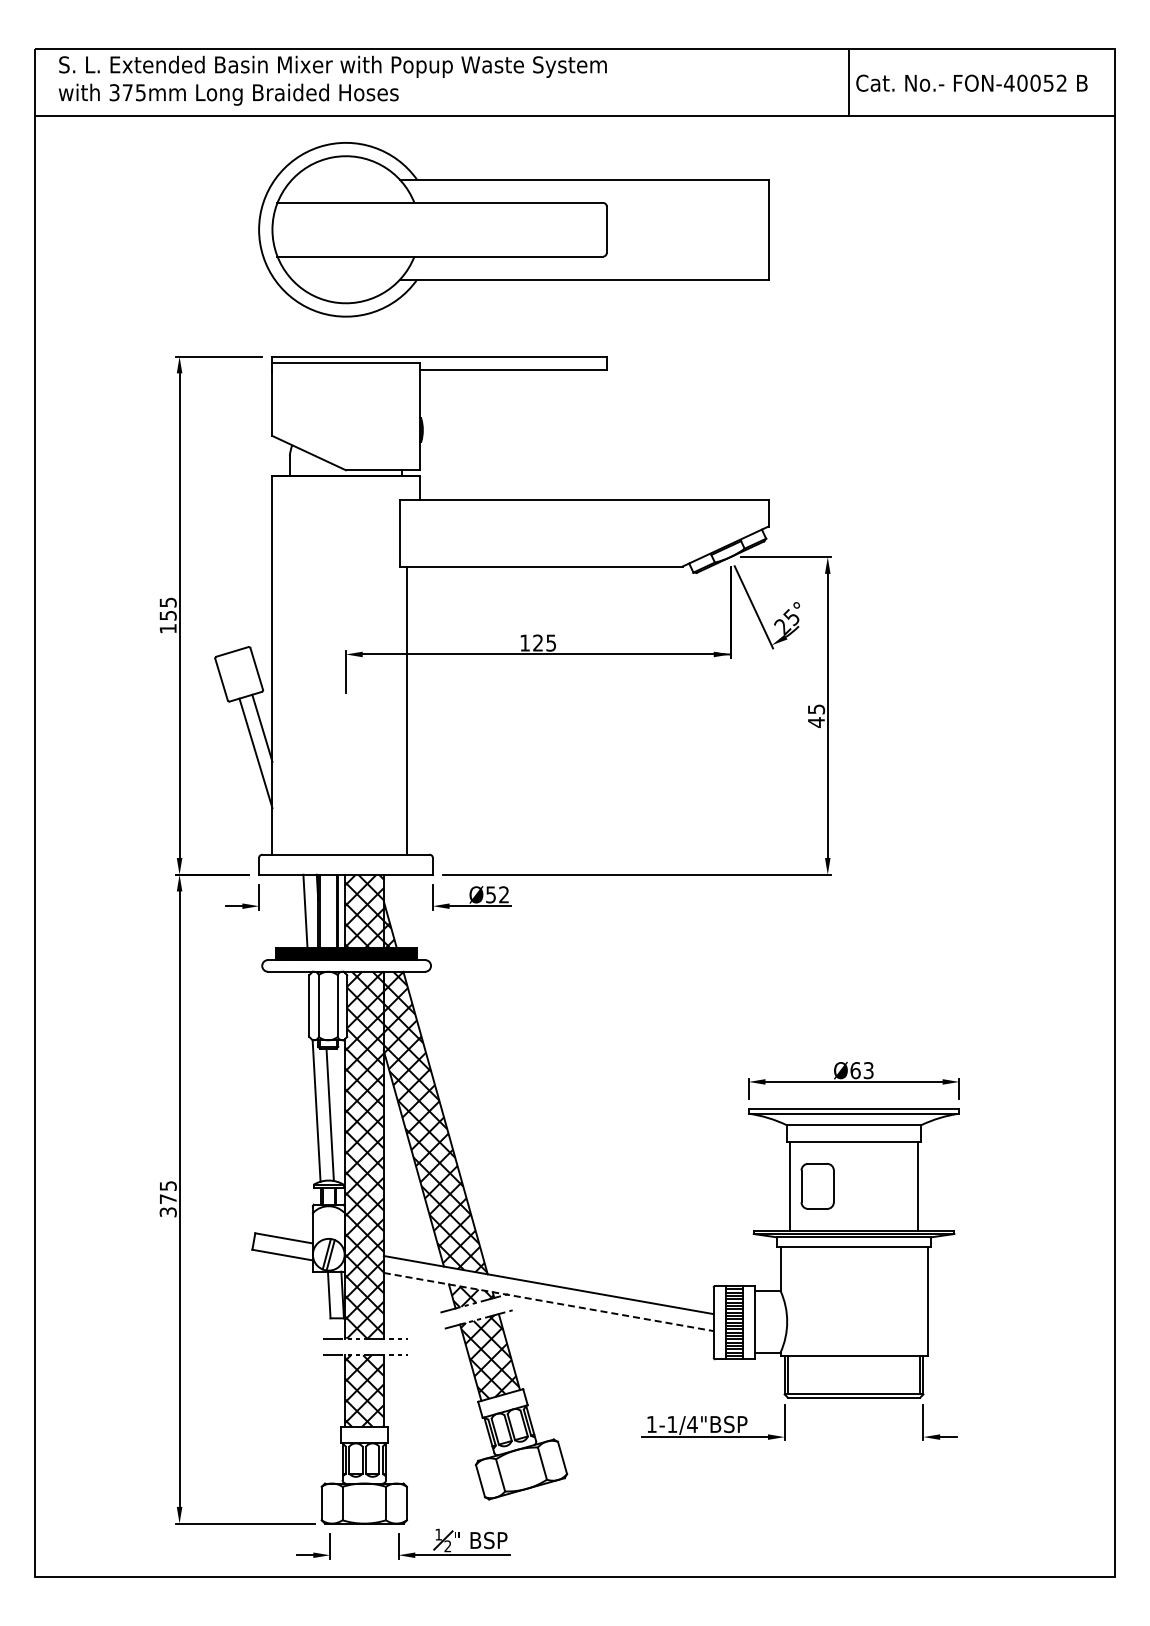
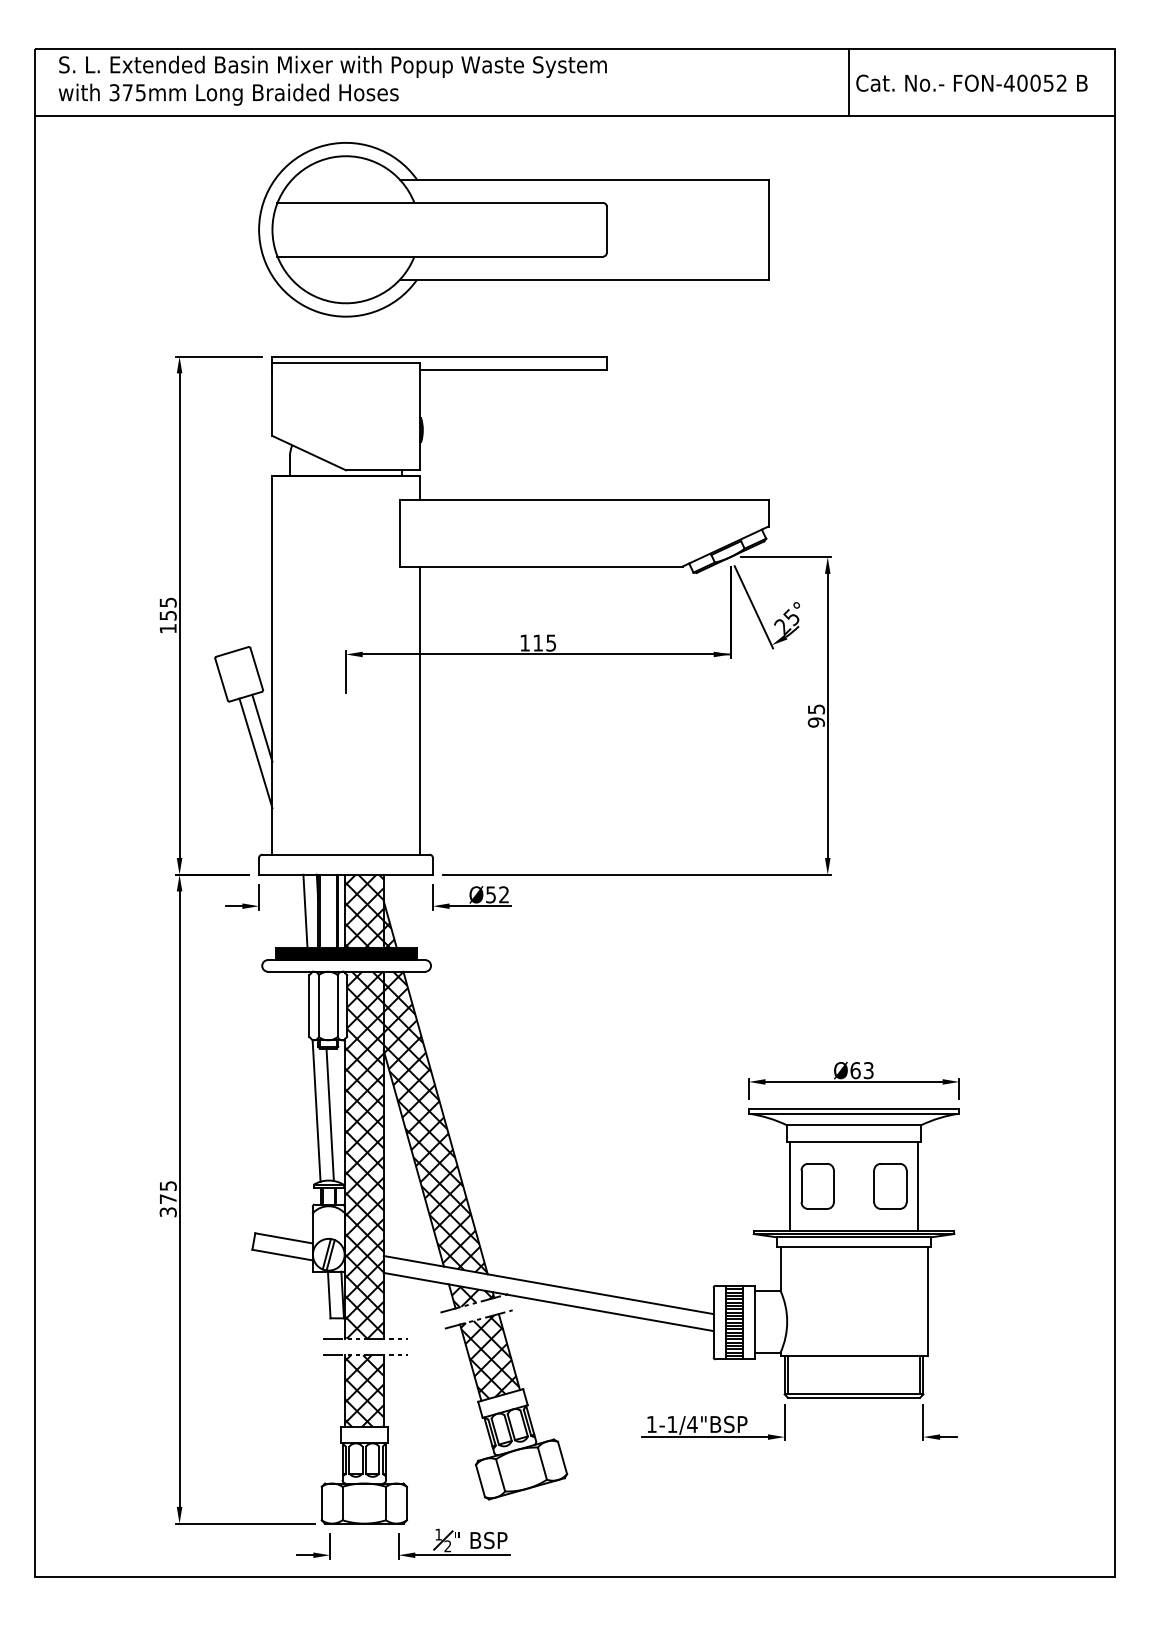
text at (537, 642): 125 -> 115
line at (406, 710) position: (406, 710) -> (419, 710)
text at (816, 722): 45 -> 95
part at (890, 1186): none -> present
line at (549, 1302): dashed -> solid
